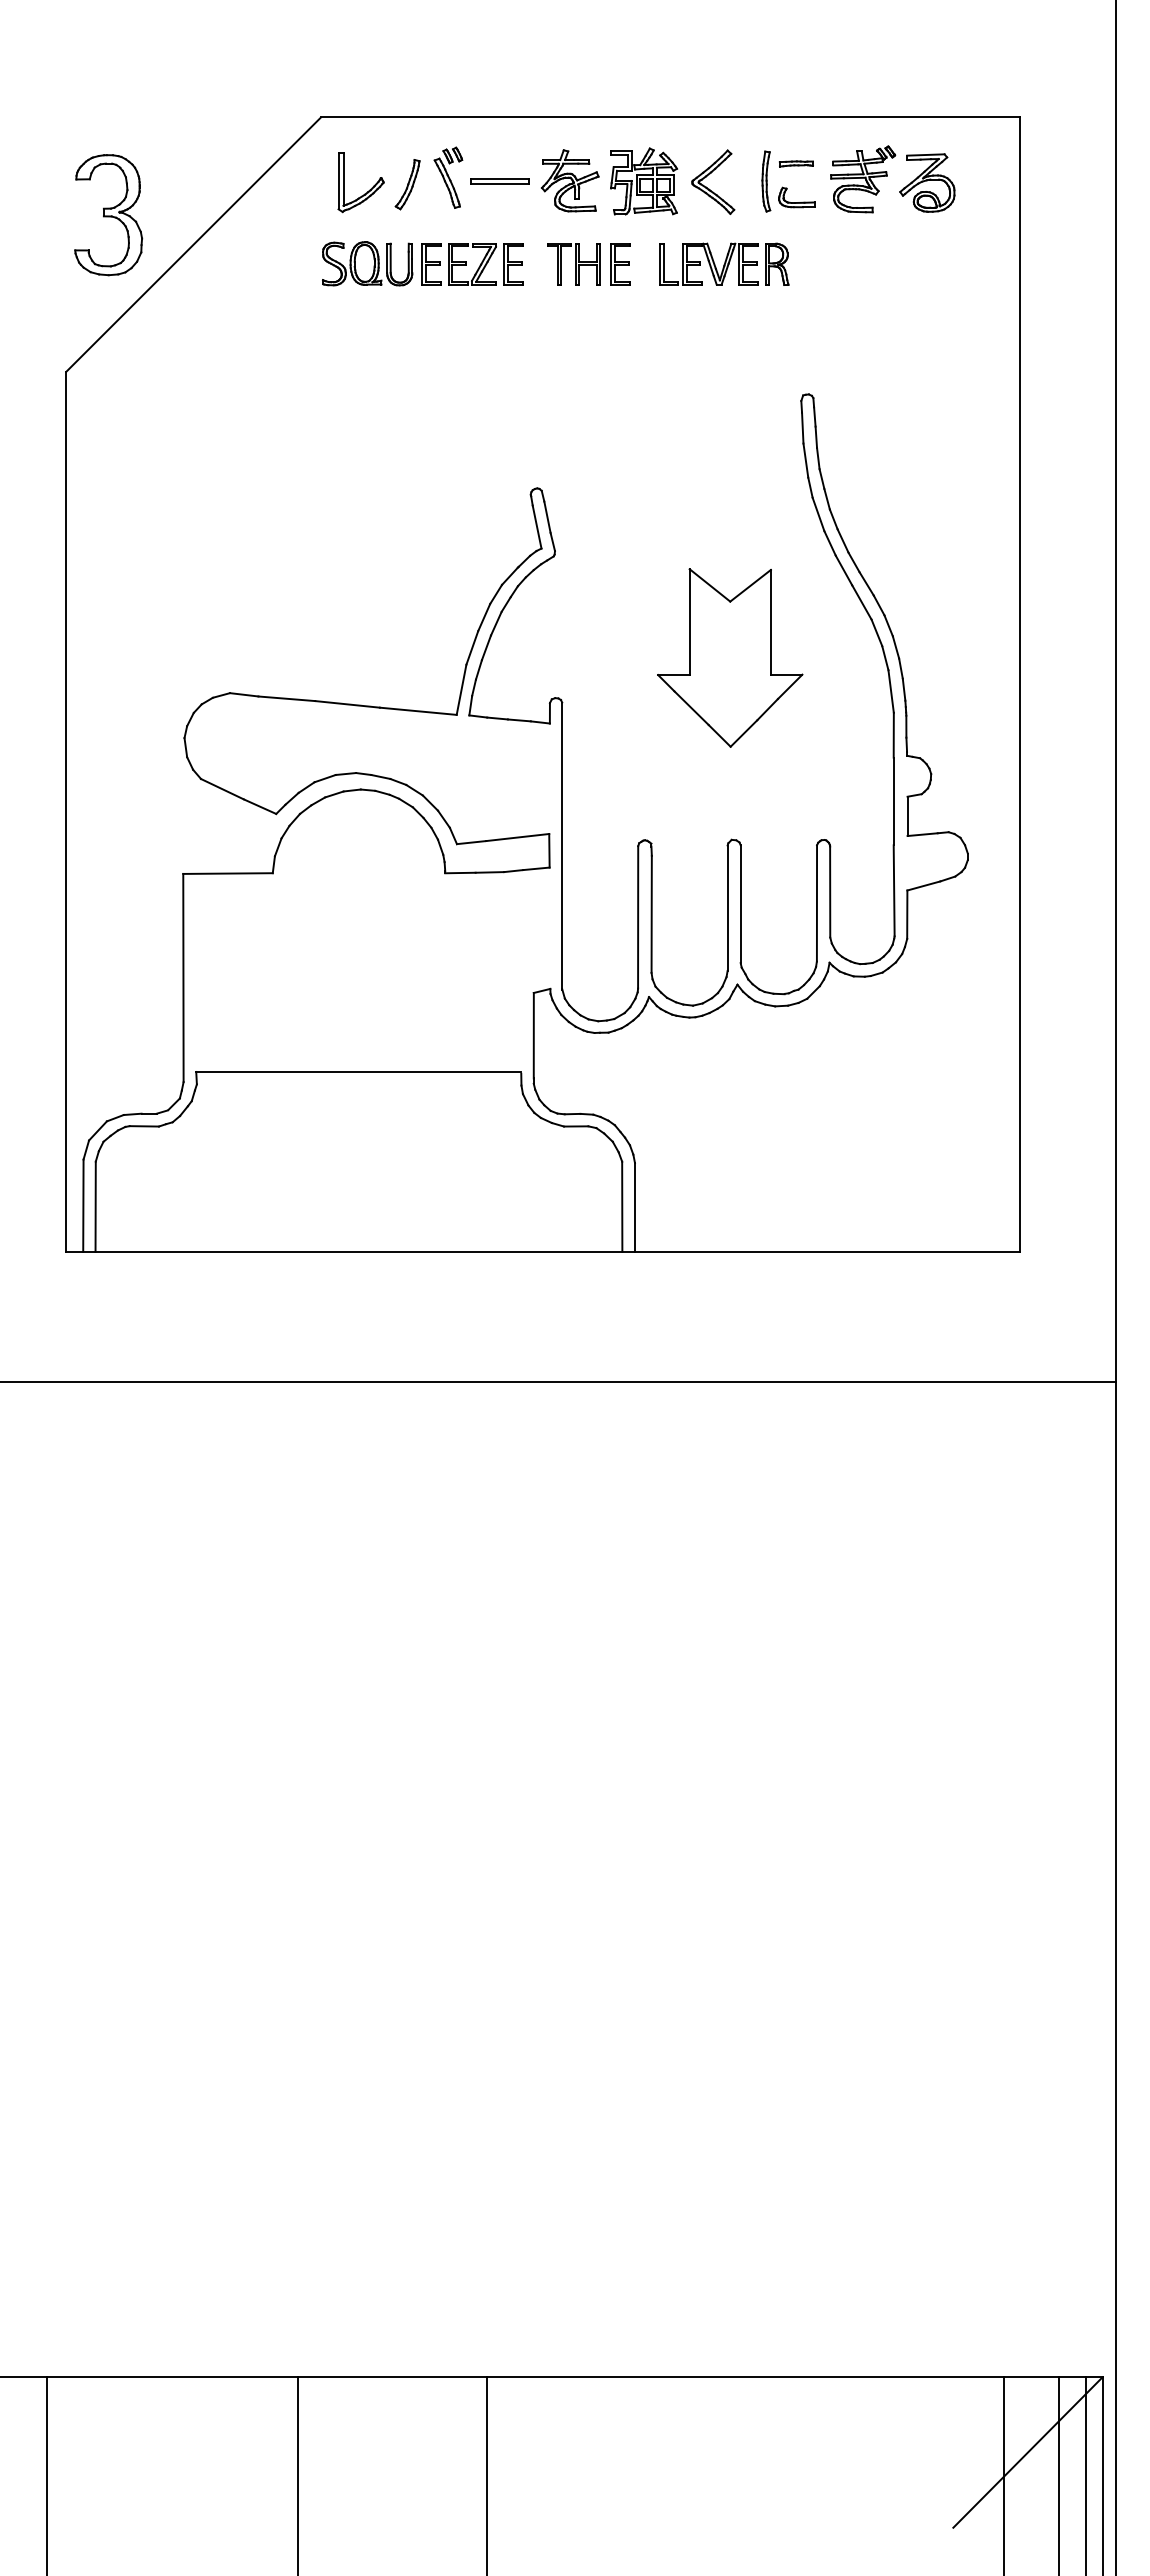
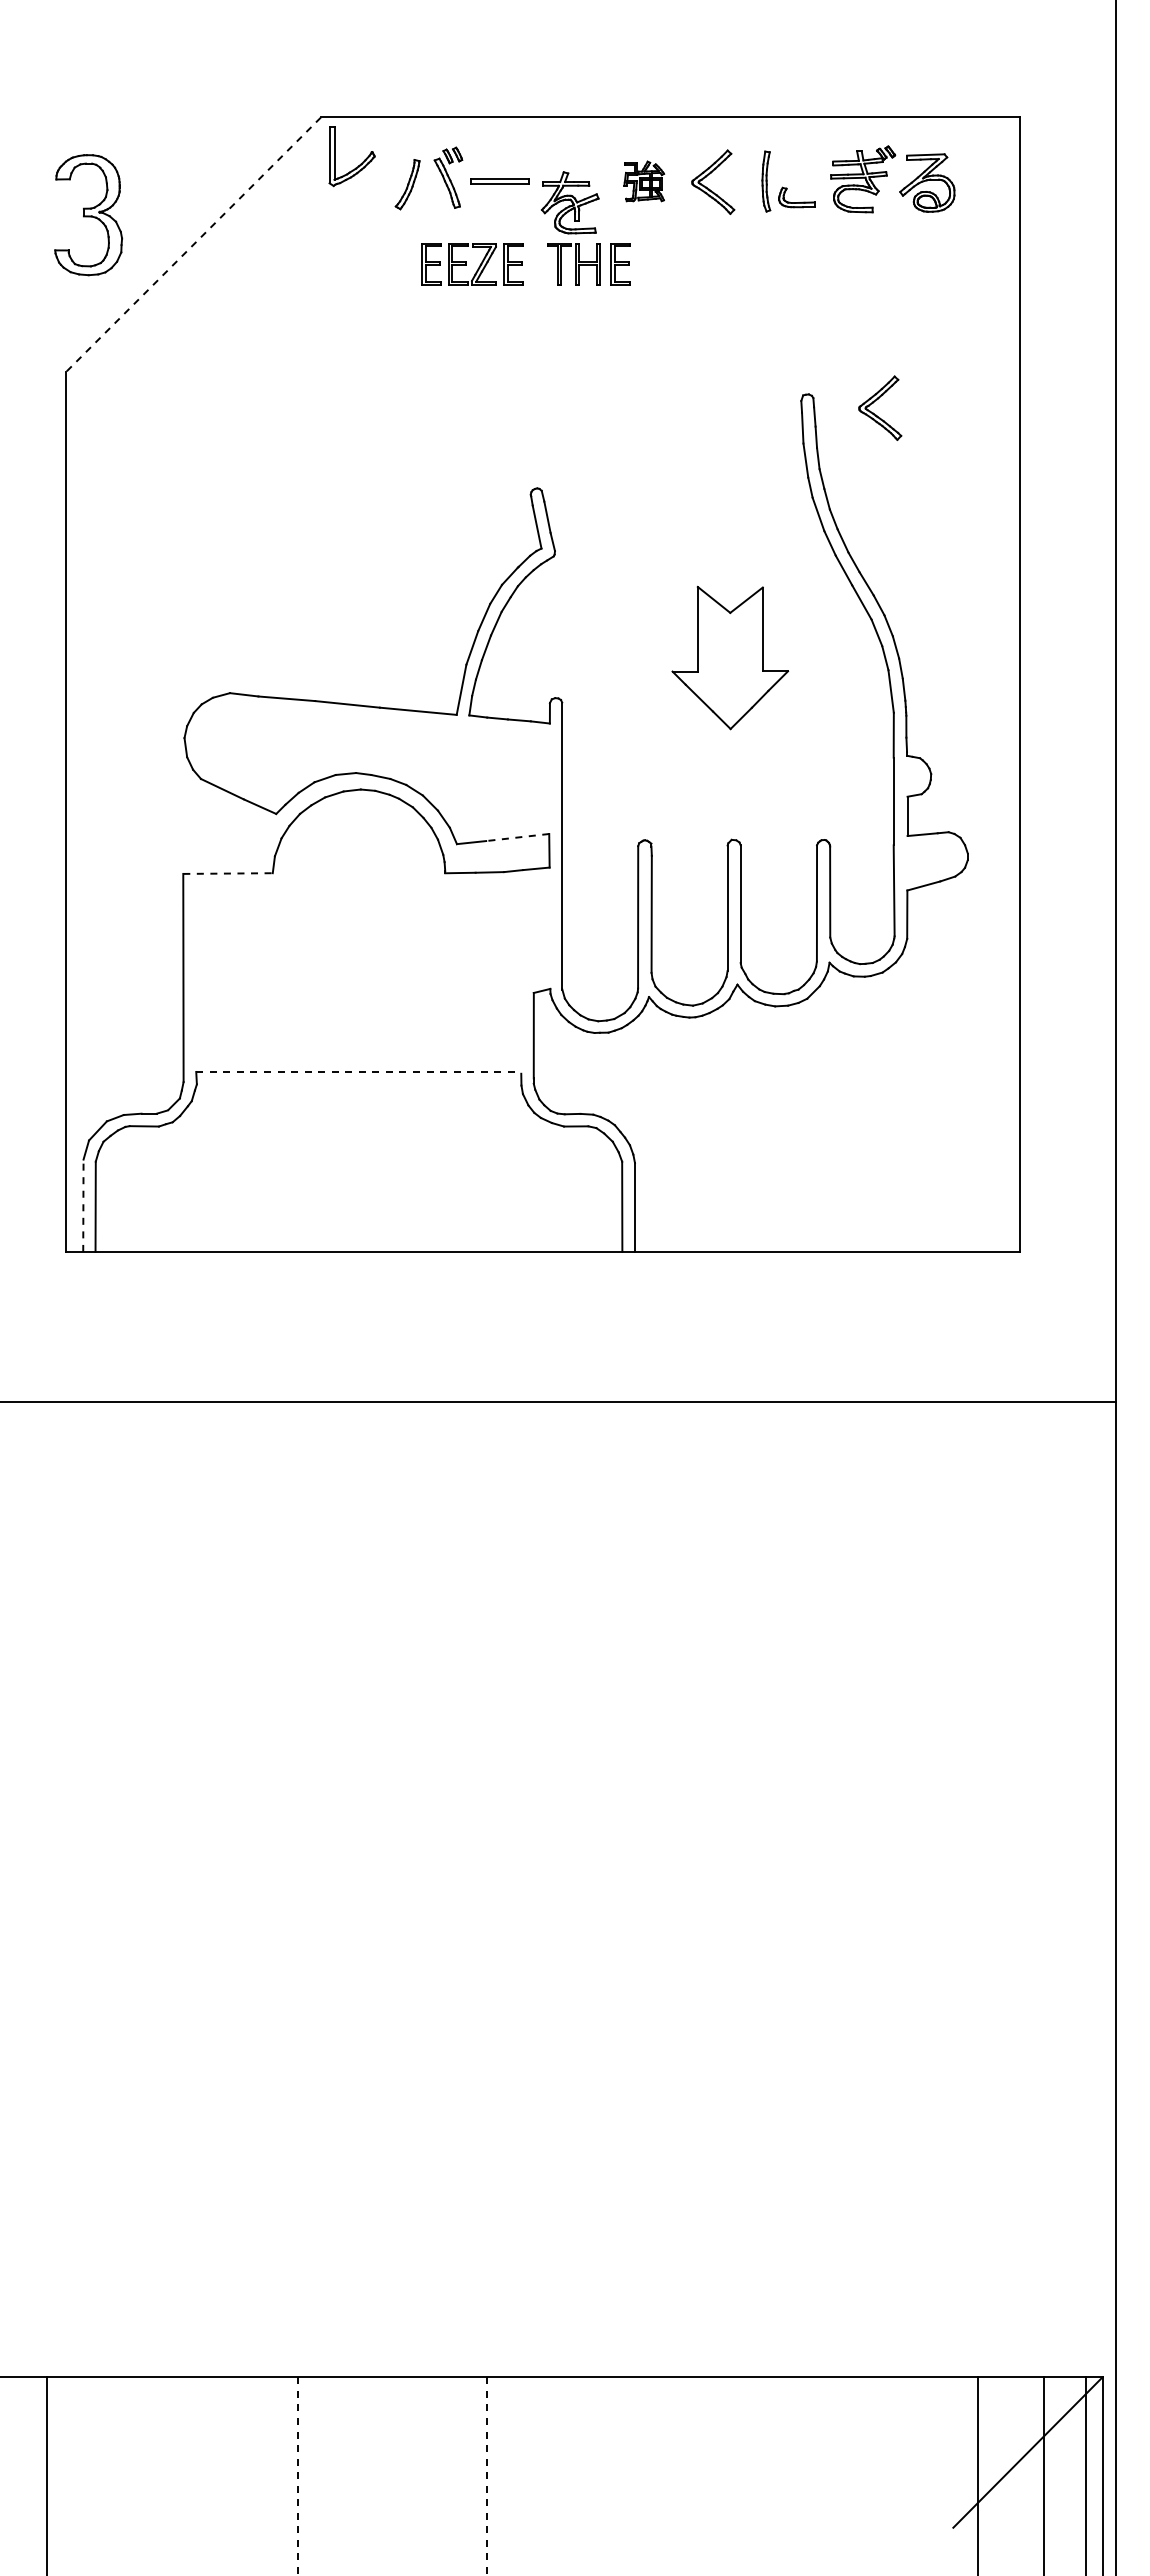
part at (796, 163): present -> none
part at (570, 180) position: (570, 180) -> (570, 202)
part at (644, 181) size: 69x69 px -> 43x43 px
part at (368, 190) position: (368, 190) -> (359, 164)
part at (108, 215) position: (108, 215) -> (88, 215)
line at (193, 244): solid -> dashed
part at (367, 263): present -> none
part at (724, 263): present -> none
part at (877, 400): none -> present
part at (730, 657) size: 147x180 px -> 119x146 px
line at (517, 837): solid -> dashed
line at (228, 873): solid -> dashed
line at (358, 1072): solid -> dashed
line at (83, 1205): solid -> dashed
line at (558, 1382) position: (558, 1382) -> (558, 1402)
line at (1004, 2474) position: (1004, 2474) -> (978, 2474)
line at (1058, 2474) position: (1058, 2474) -> (1043, 2474)
line at (297, 2476): solid -> dashed
line at (487, 2476): solid -> dashed
